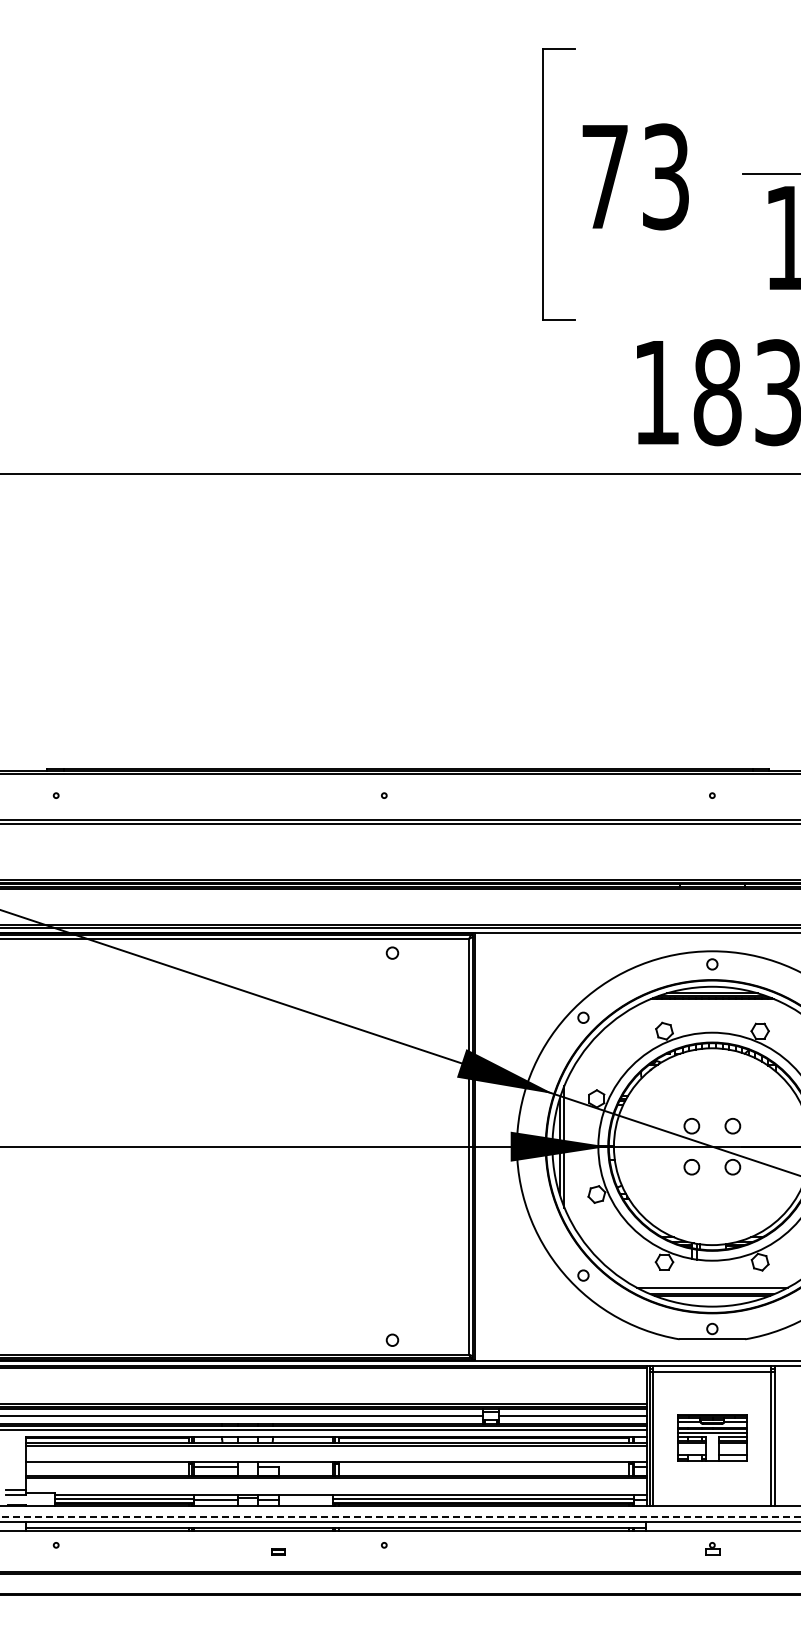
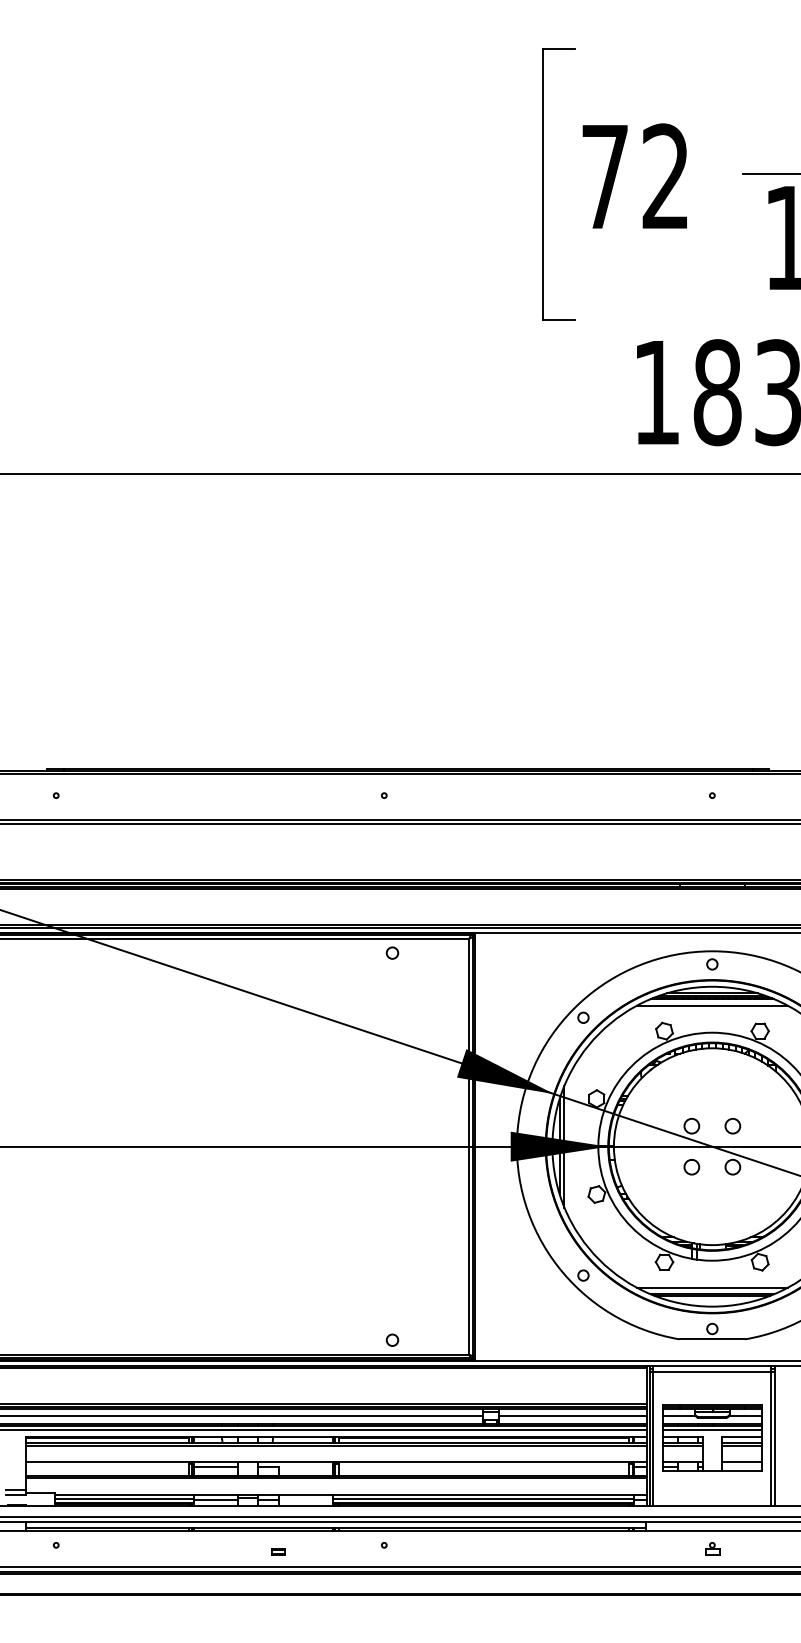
text at (665, 176): 73 -> 72
line at (712, 1005): none -> present
part at (712, 1437) size: 71x48 px -> 101x68 px
line at (399, 1517): dashed -> solid
line at (399, 1566): none -> present
